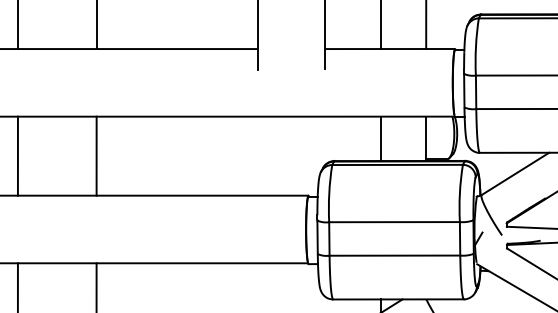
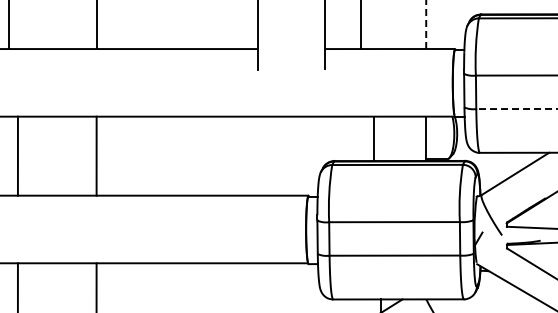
line at (426, 24): solid -> dashed
line at (18, 25) position: (18, 25) -> (9, 25)
line at (380, 25) position: (380, 25) -> (360, 25)
line at (516, 109): solid -> dashed
line at (380, 138) position: (380, 138) -> (373, 138)
